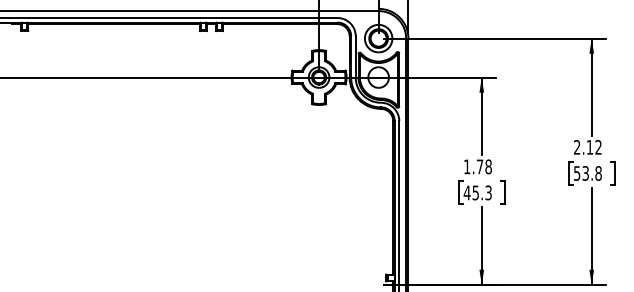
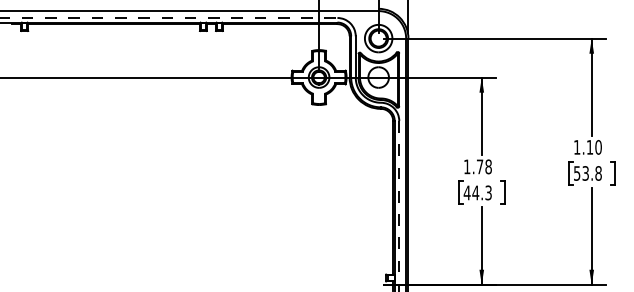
line at (169, 18): solid -> dashed
text at (587, 147): 2.12 -> 1.10
text at (475, 192): 45.3 -> 44.3
line at (399, 206): solid -> dashed
